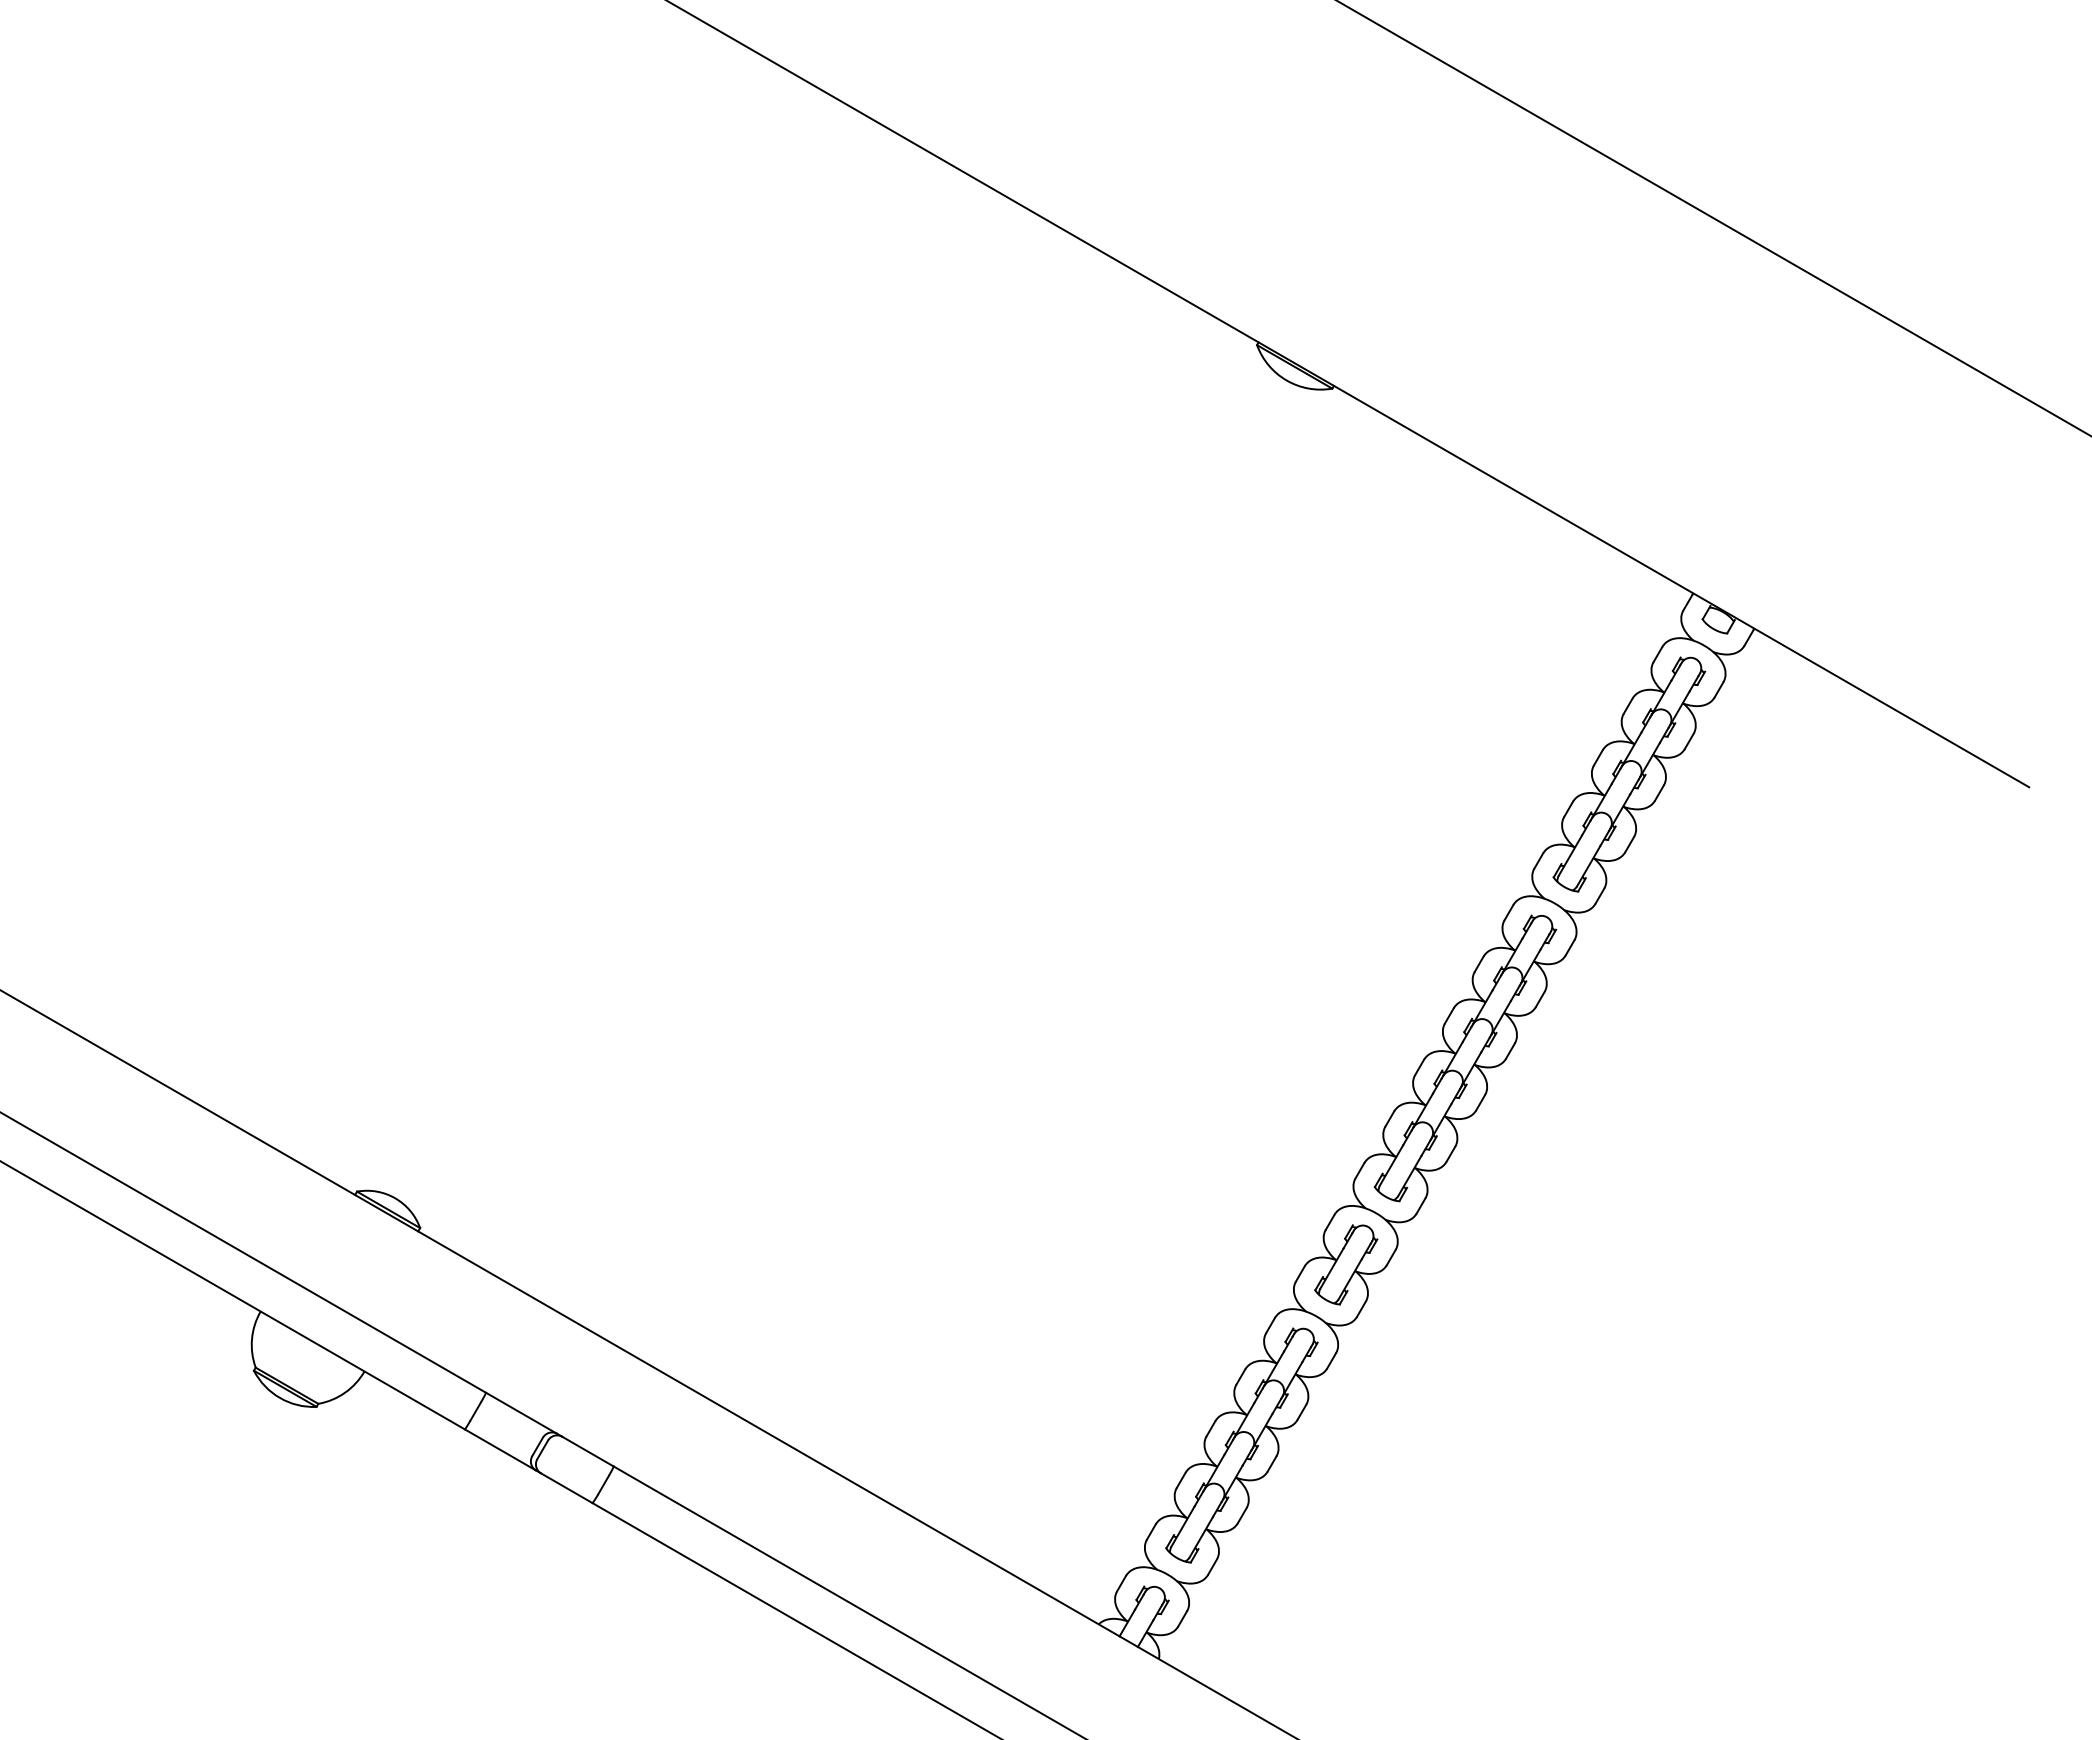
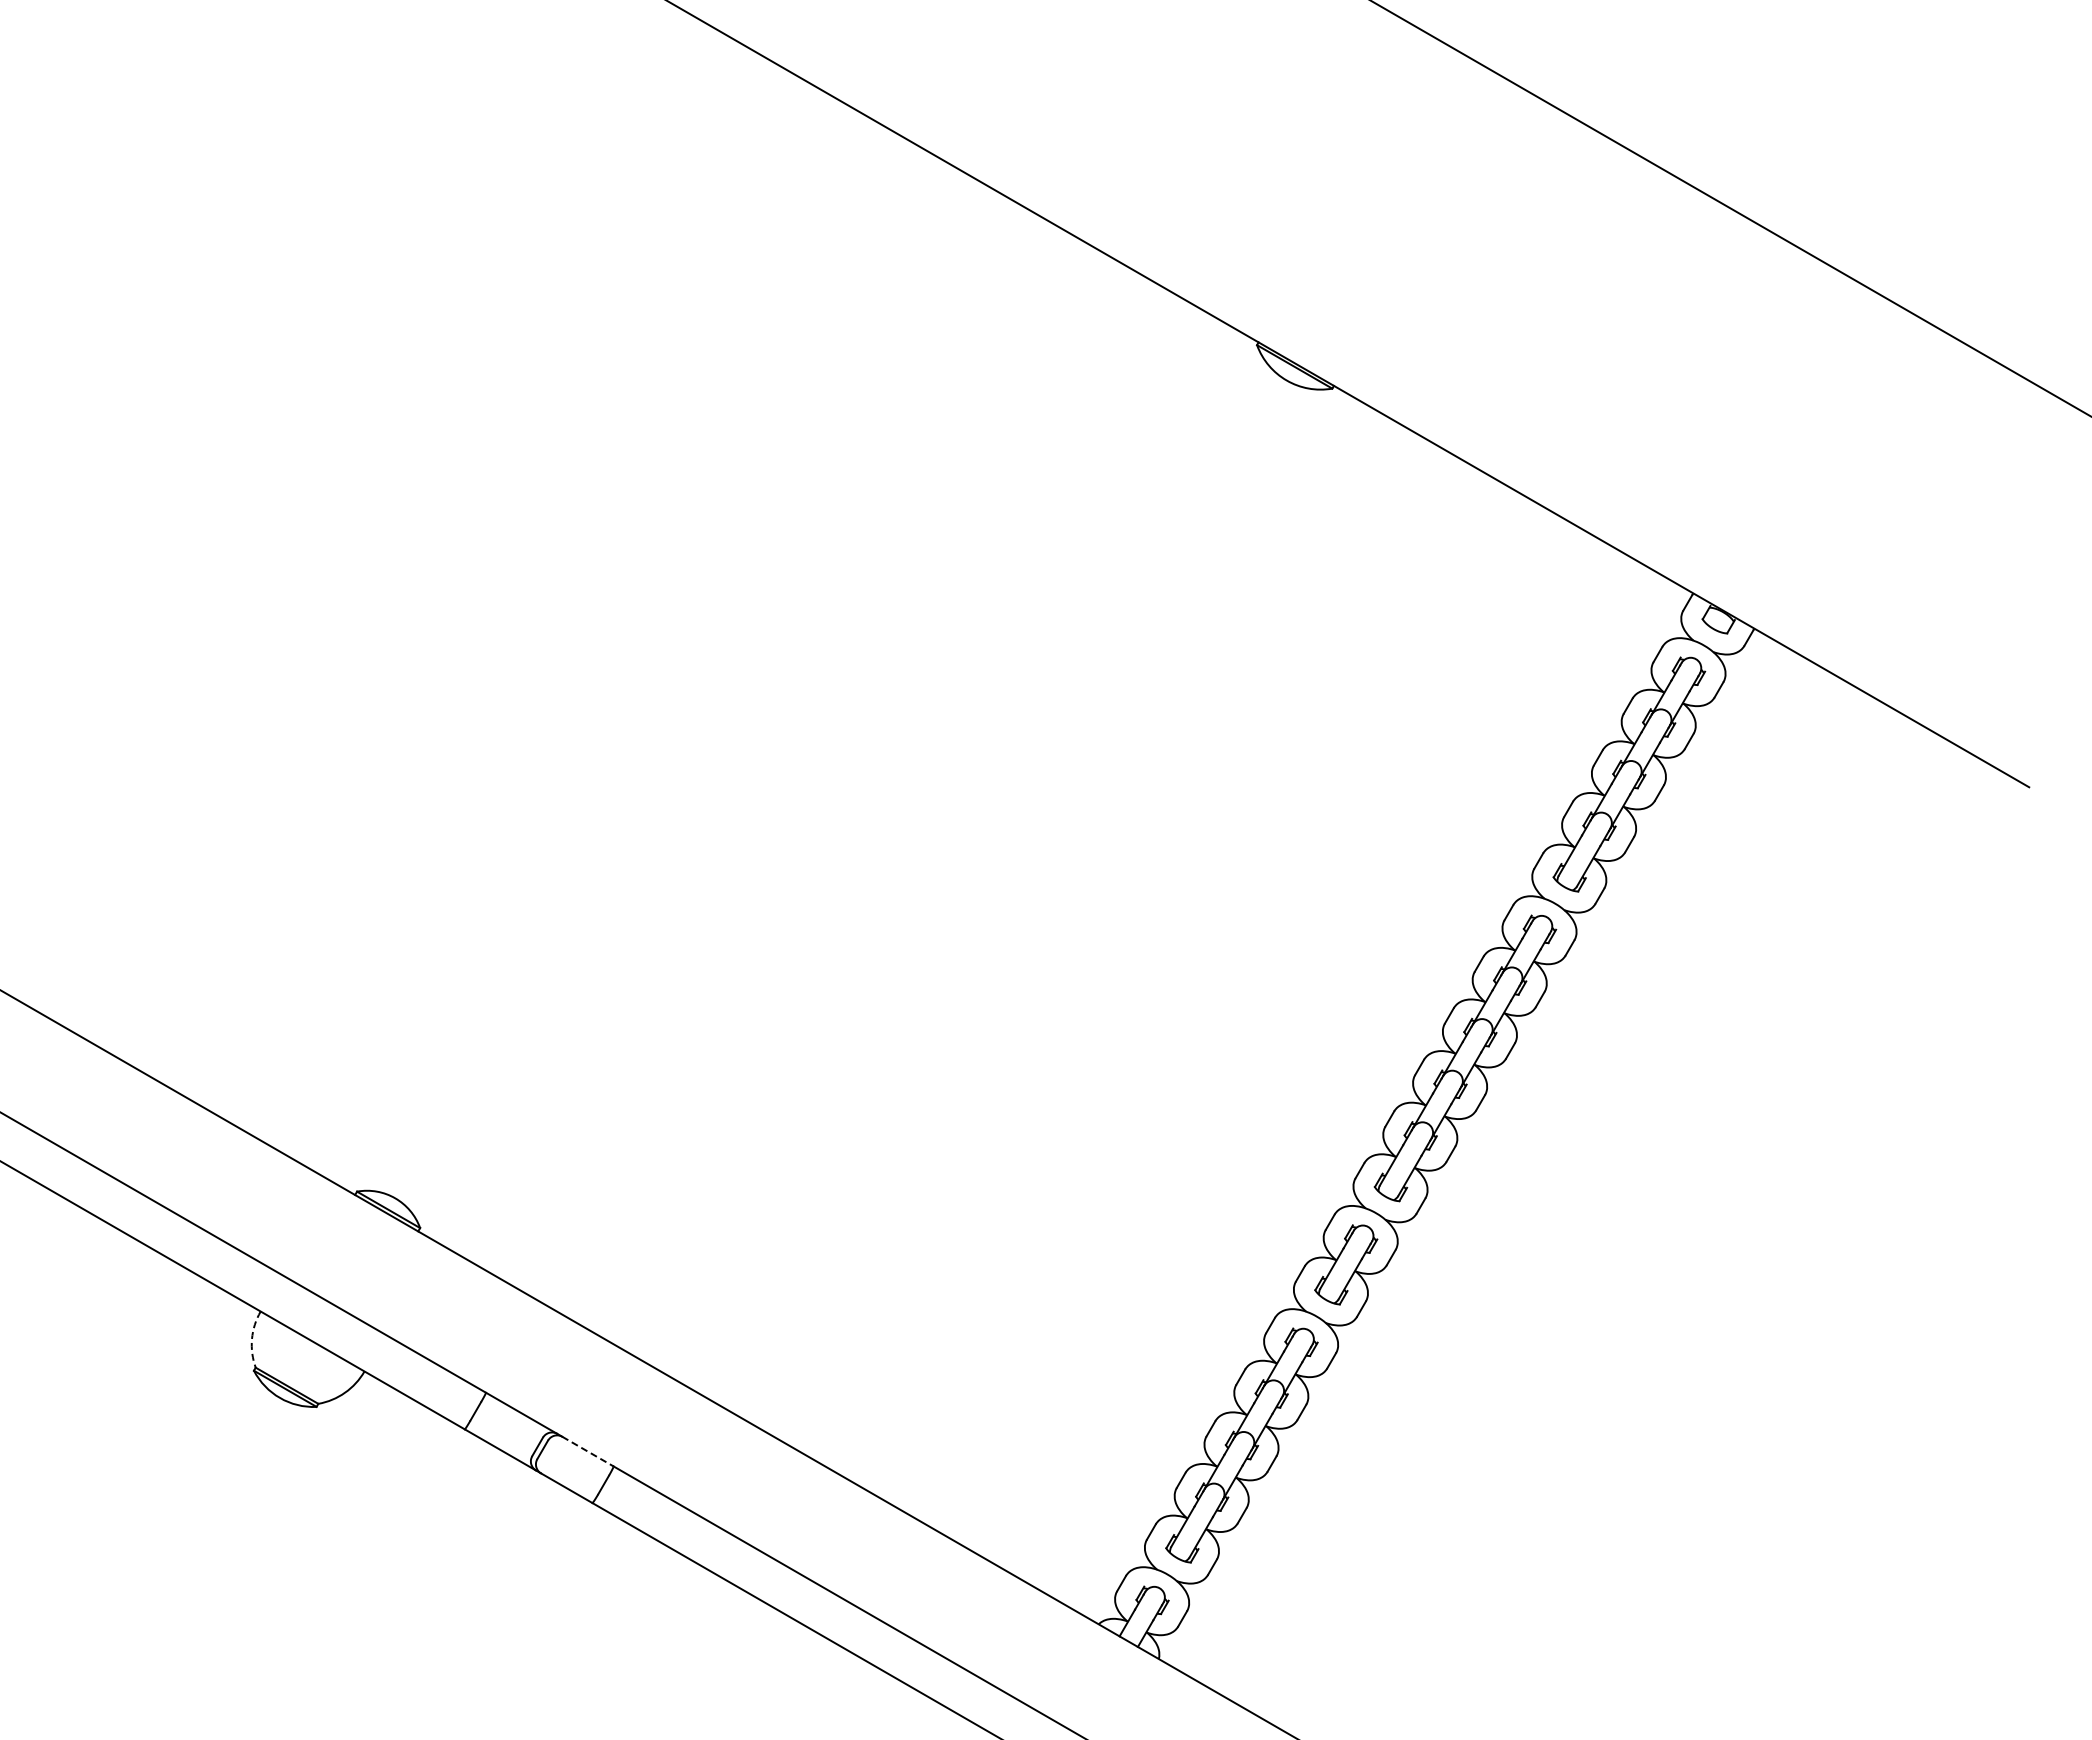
line at (1713, 218) position: (1713, 218) -> (1730, 208)
arc at (252, 1339): solid -> dashed
line at (587, 1451): solid -> dashed
